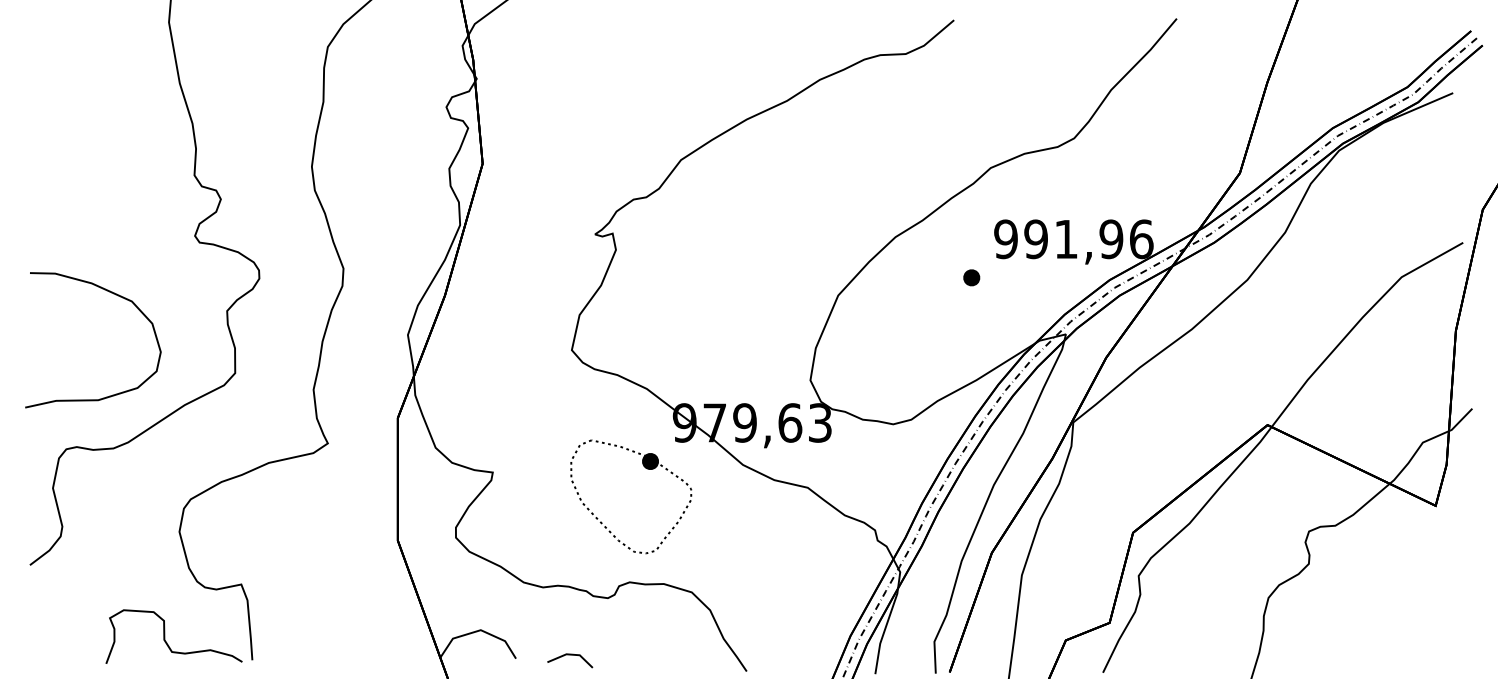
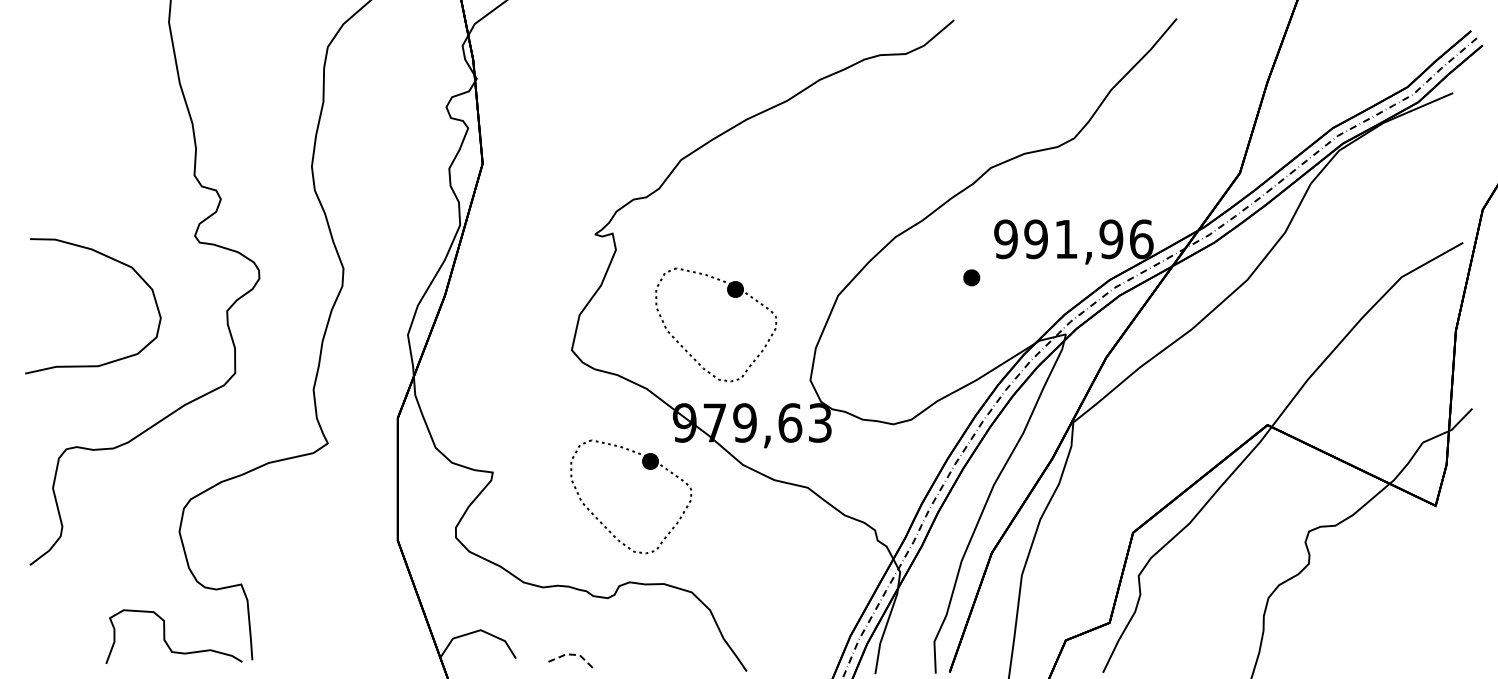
curve at (115, 295) position: (115, 295) -> (115, 261)
part at (730, 296): none -> present
line at (572, 654): solid -> dashed
